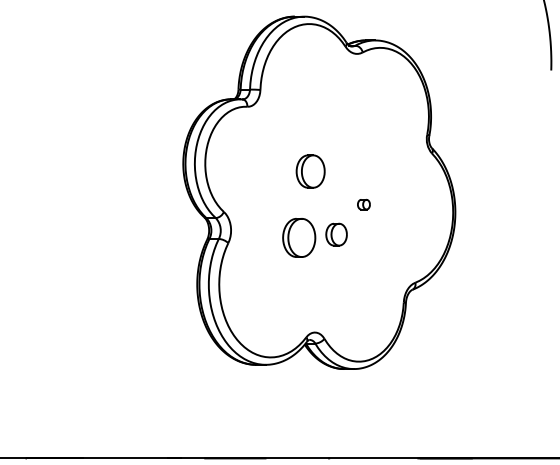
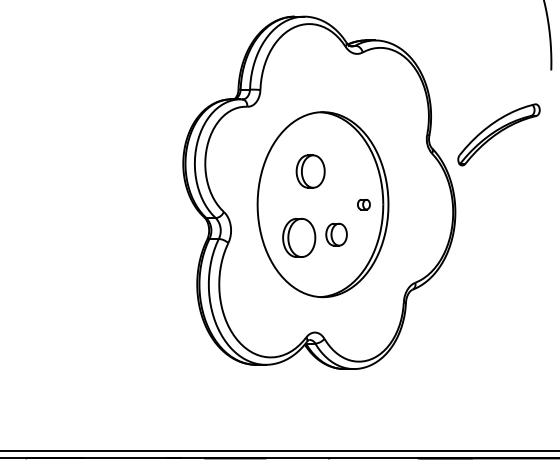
part at (498, 134): none -> present
part at (322, 204): none -> present
line at (279, 451): none -> present
